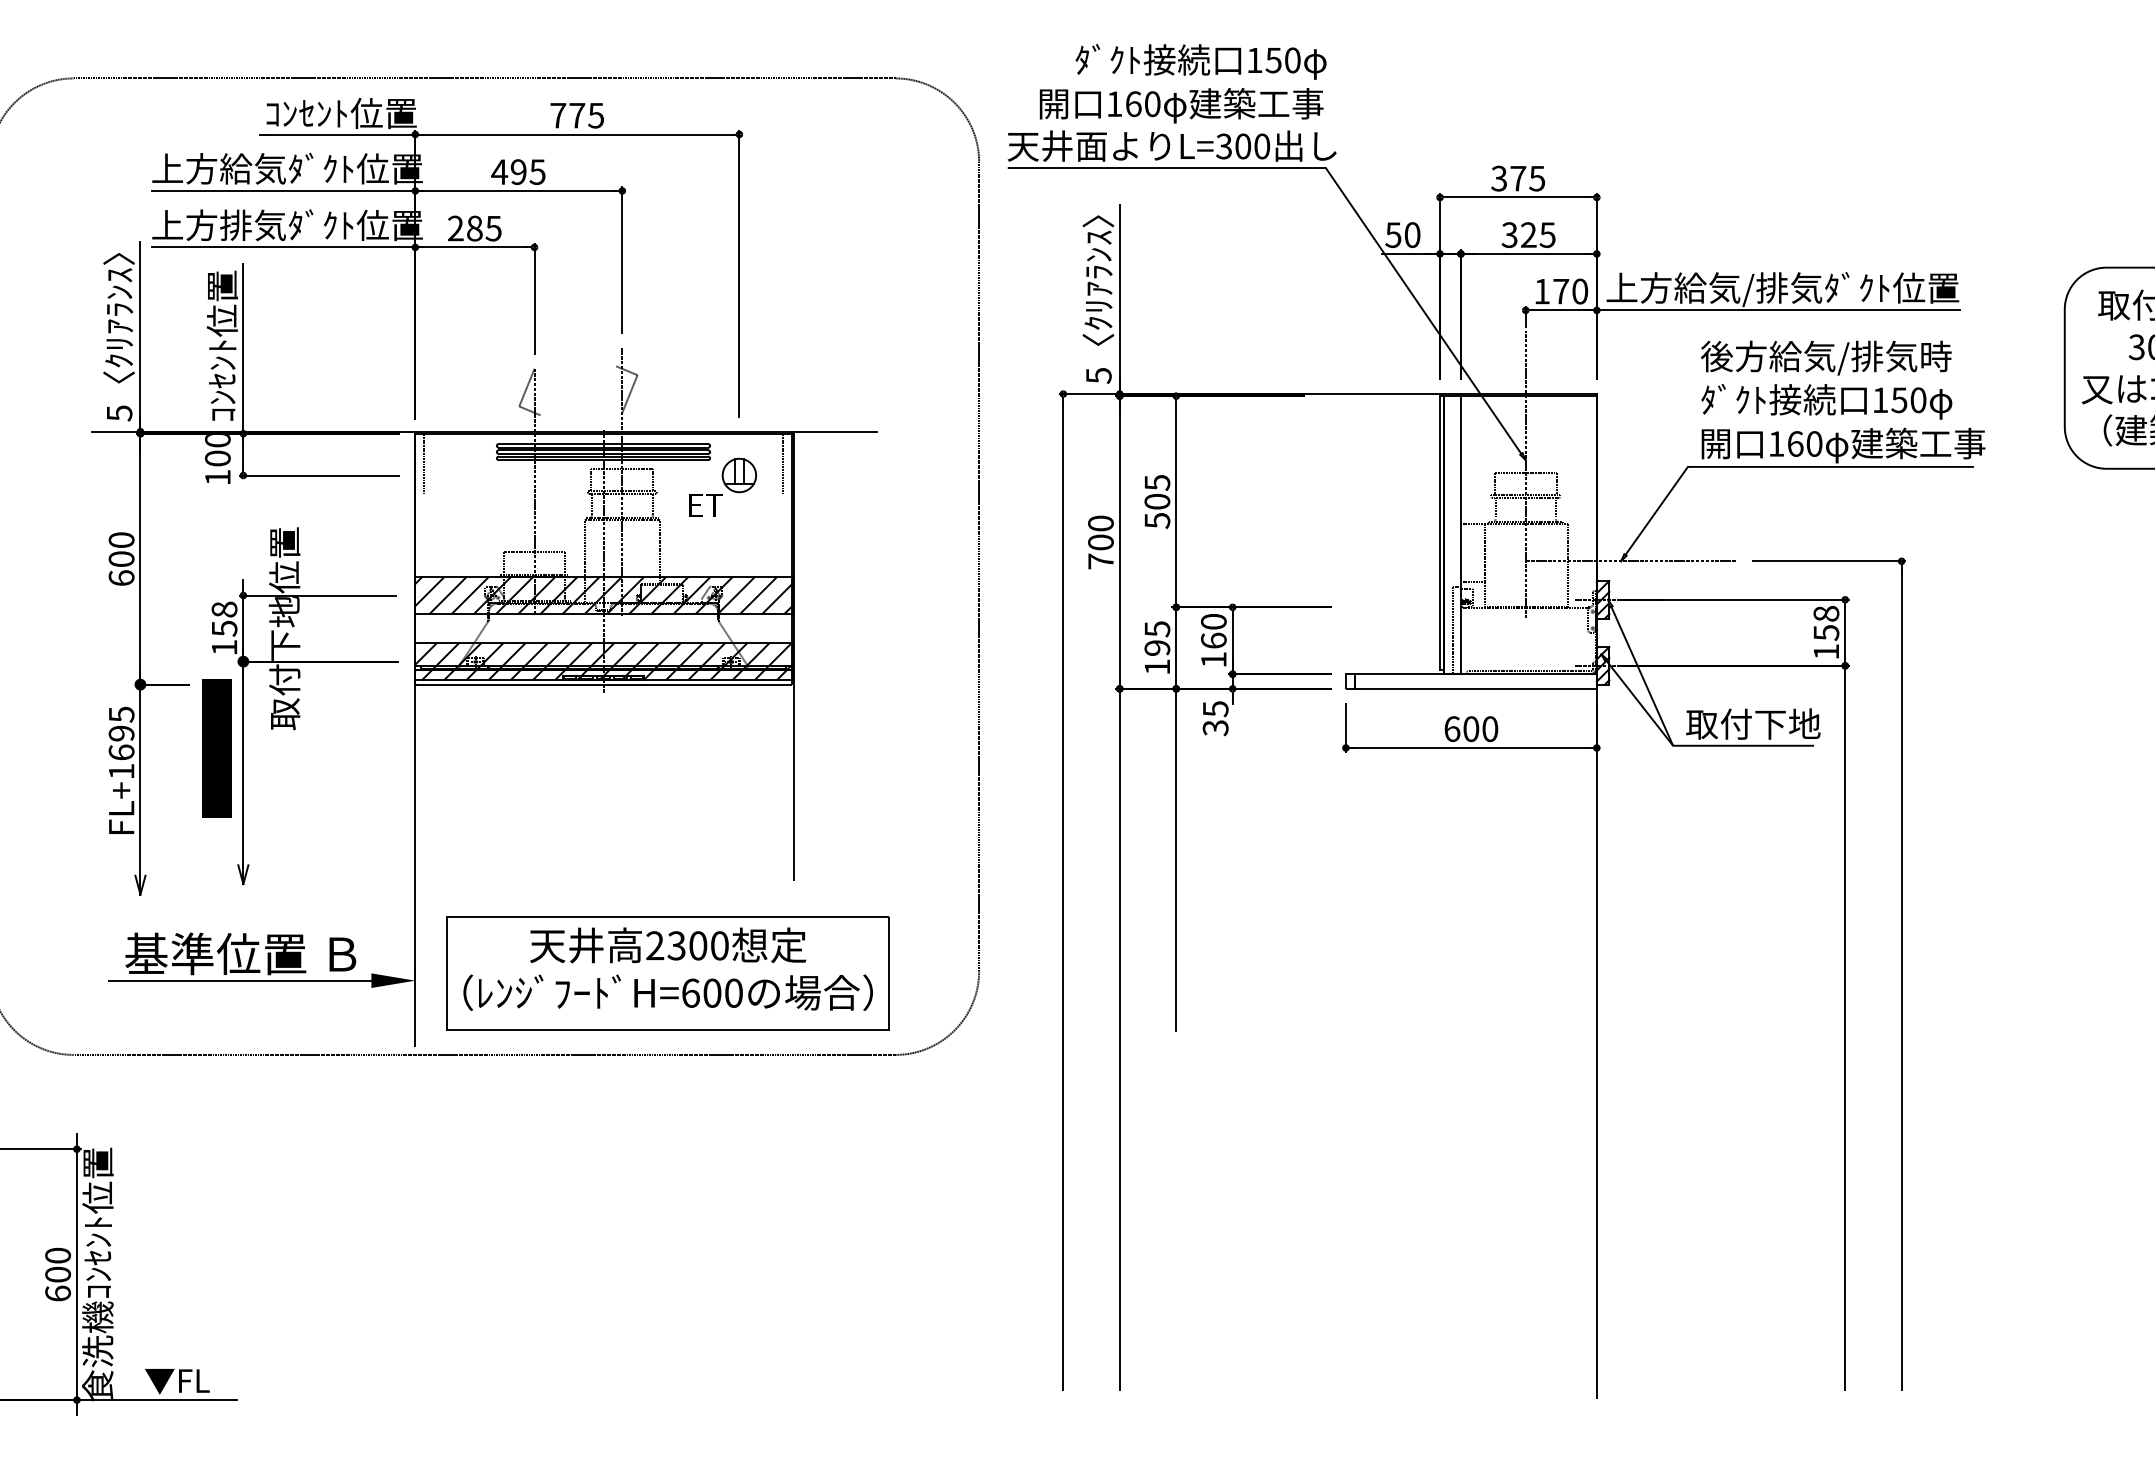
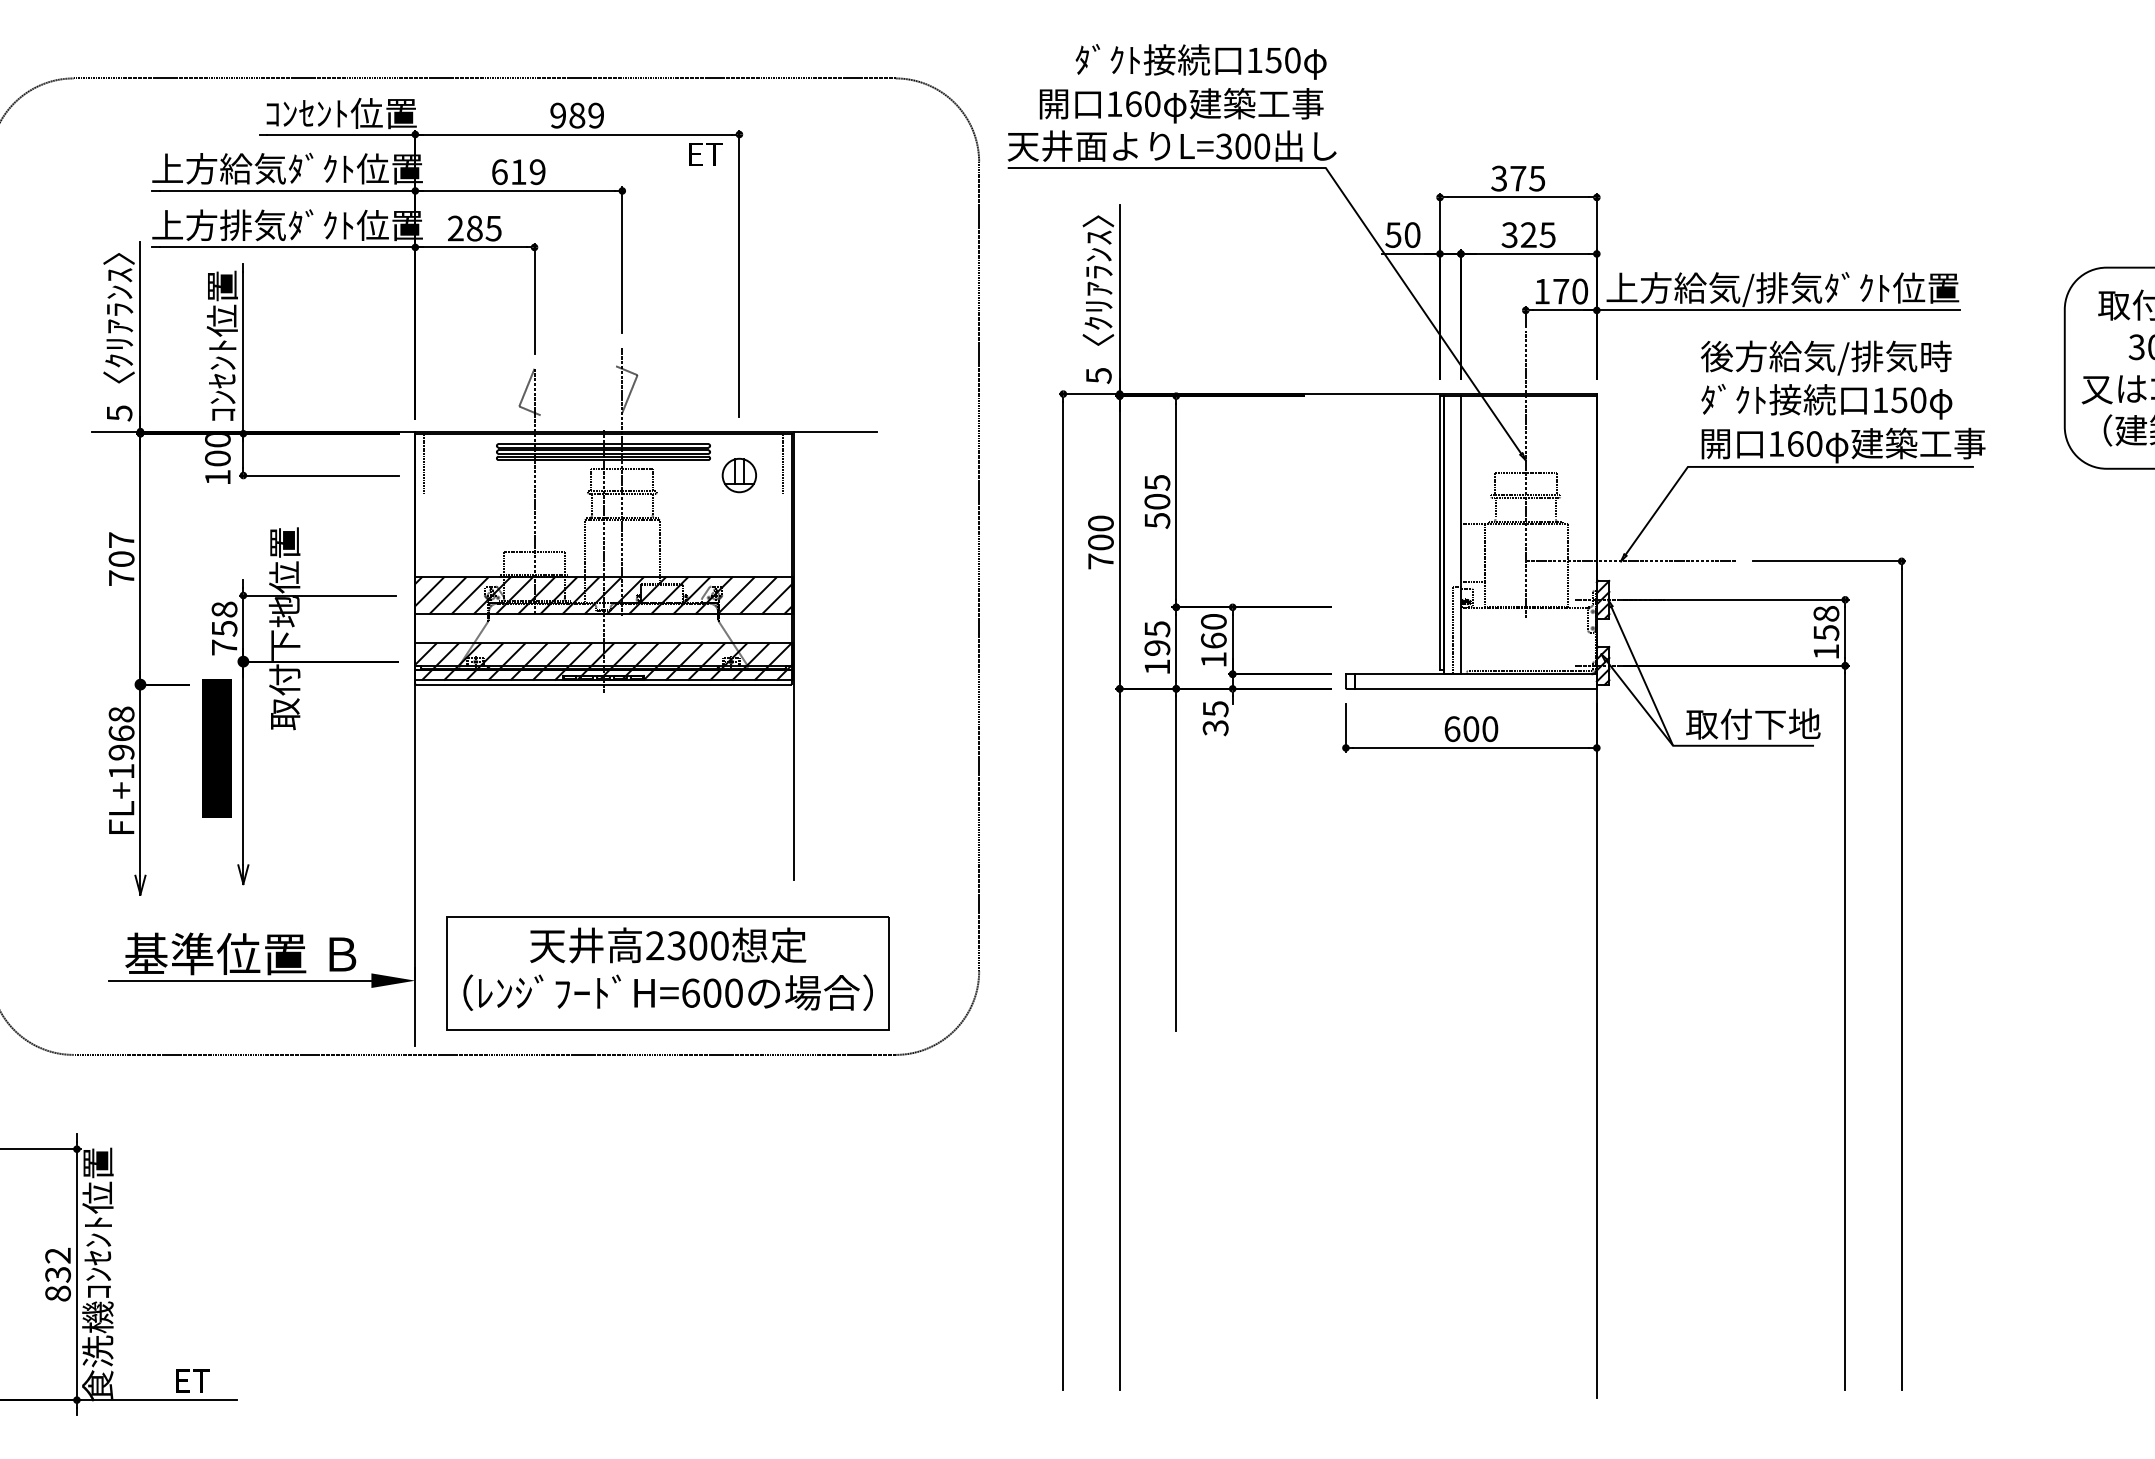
text at (576, 115): 775 -> 989
text at (518, 172): 495 -> 619
text at (705, 505) position: (705, 505) -> (705, 154)
text at (121, 558): 600 -> 707
text at (224, 647): 158 -> 758
text at (121, 733): FL+1695 -> FL+1968
text at (58, 1274): 600 -> 832
text at (177, 1381): ▼FL -> ET
